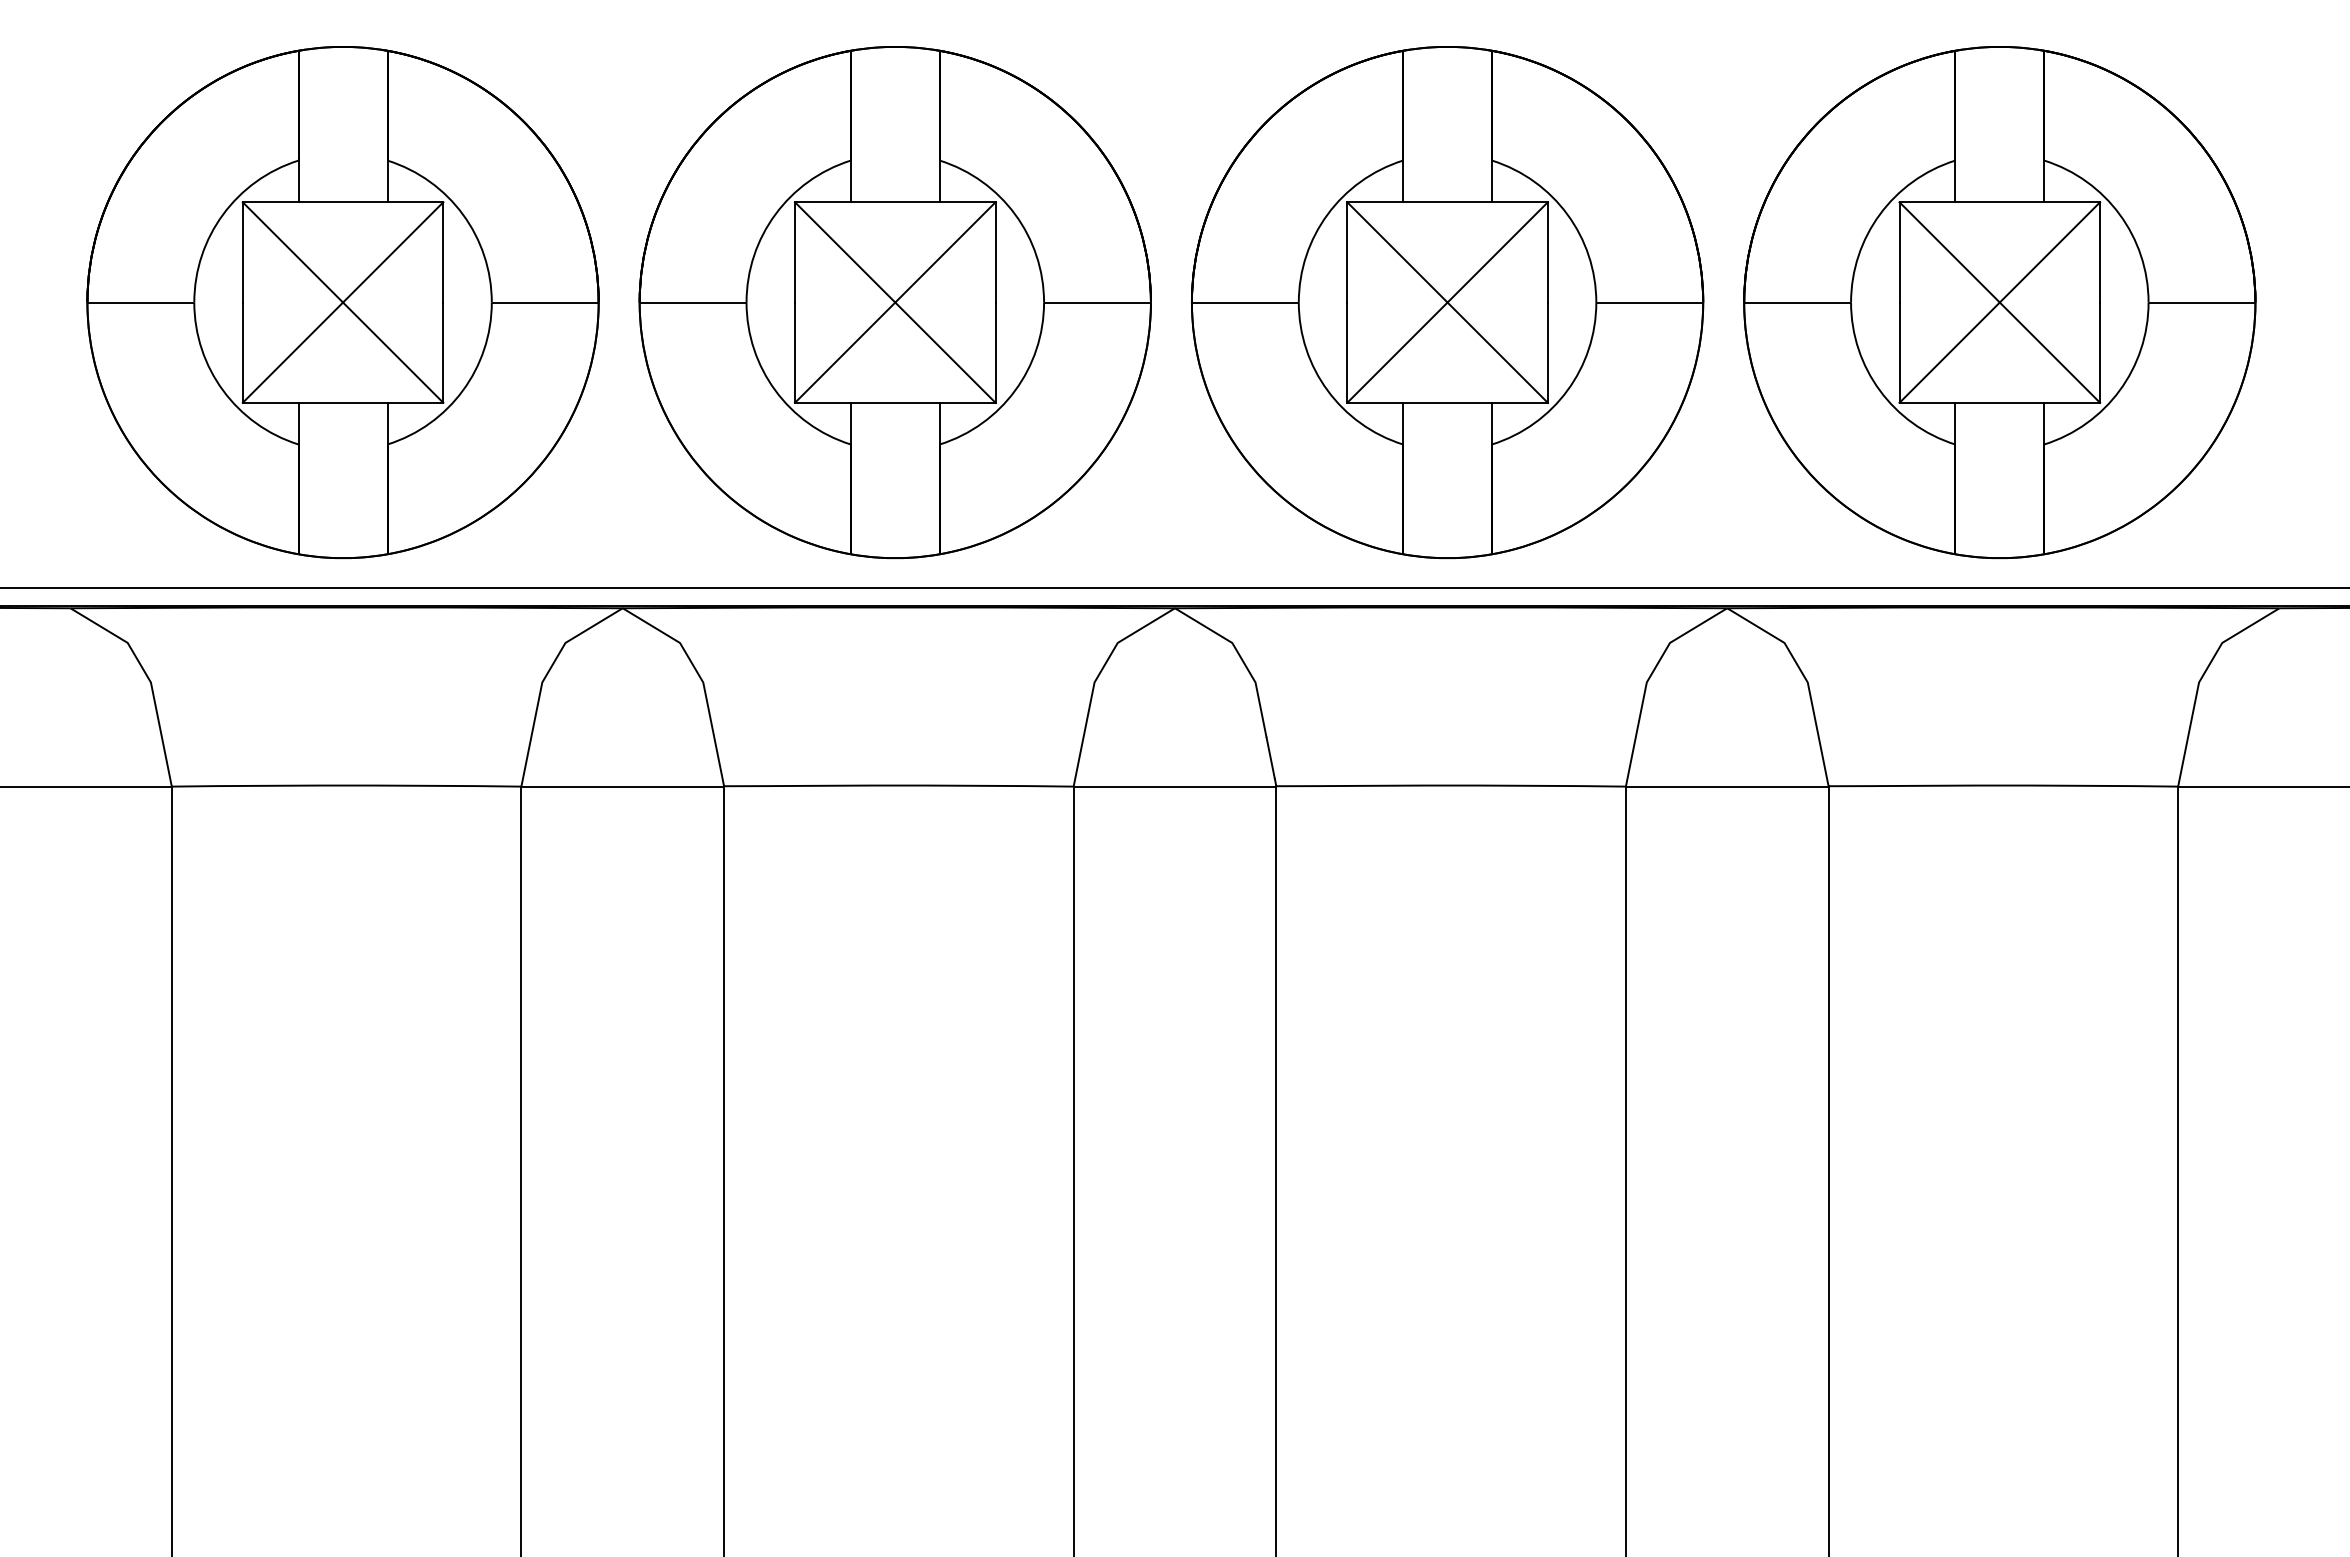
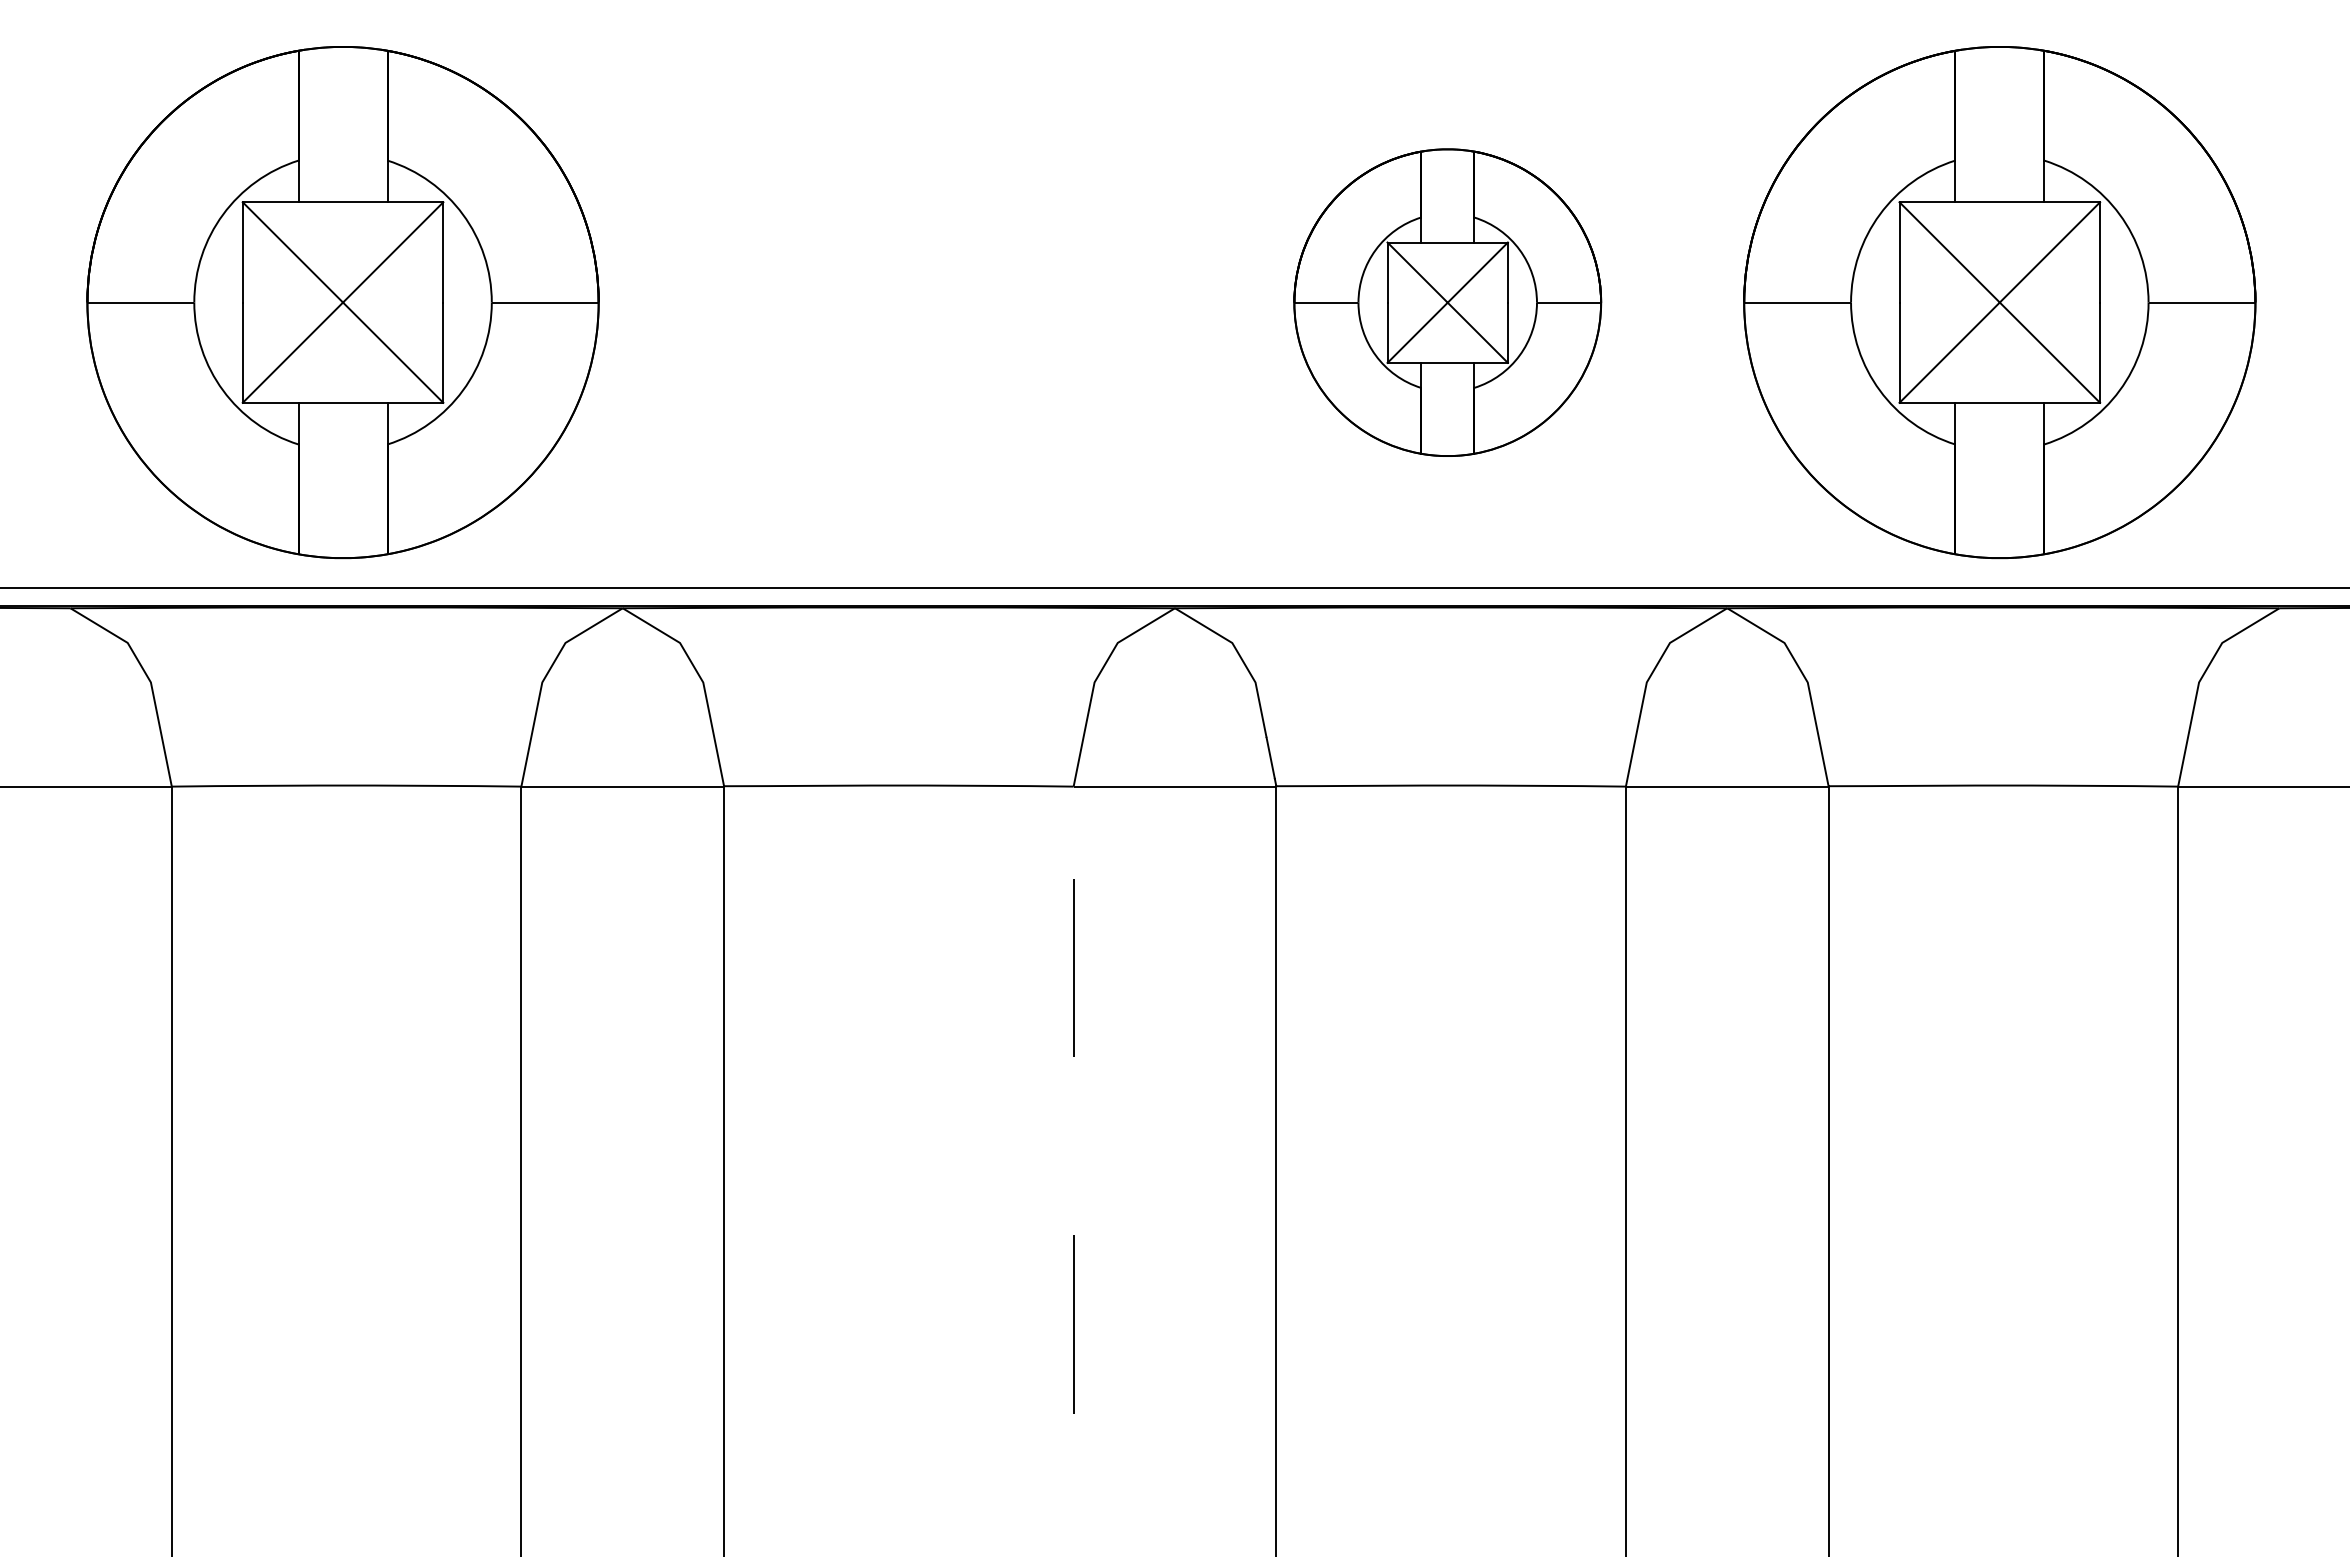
part at (894, 302): present -> none
part at (1447, 302) size: 514x514 px -> 310x309 px
line at (1073, 1171): solid -> dashed
